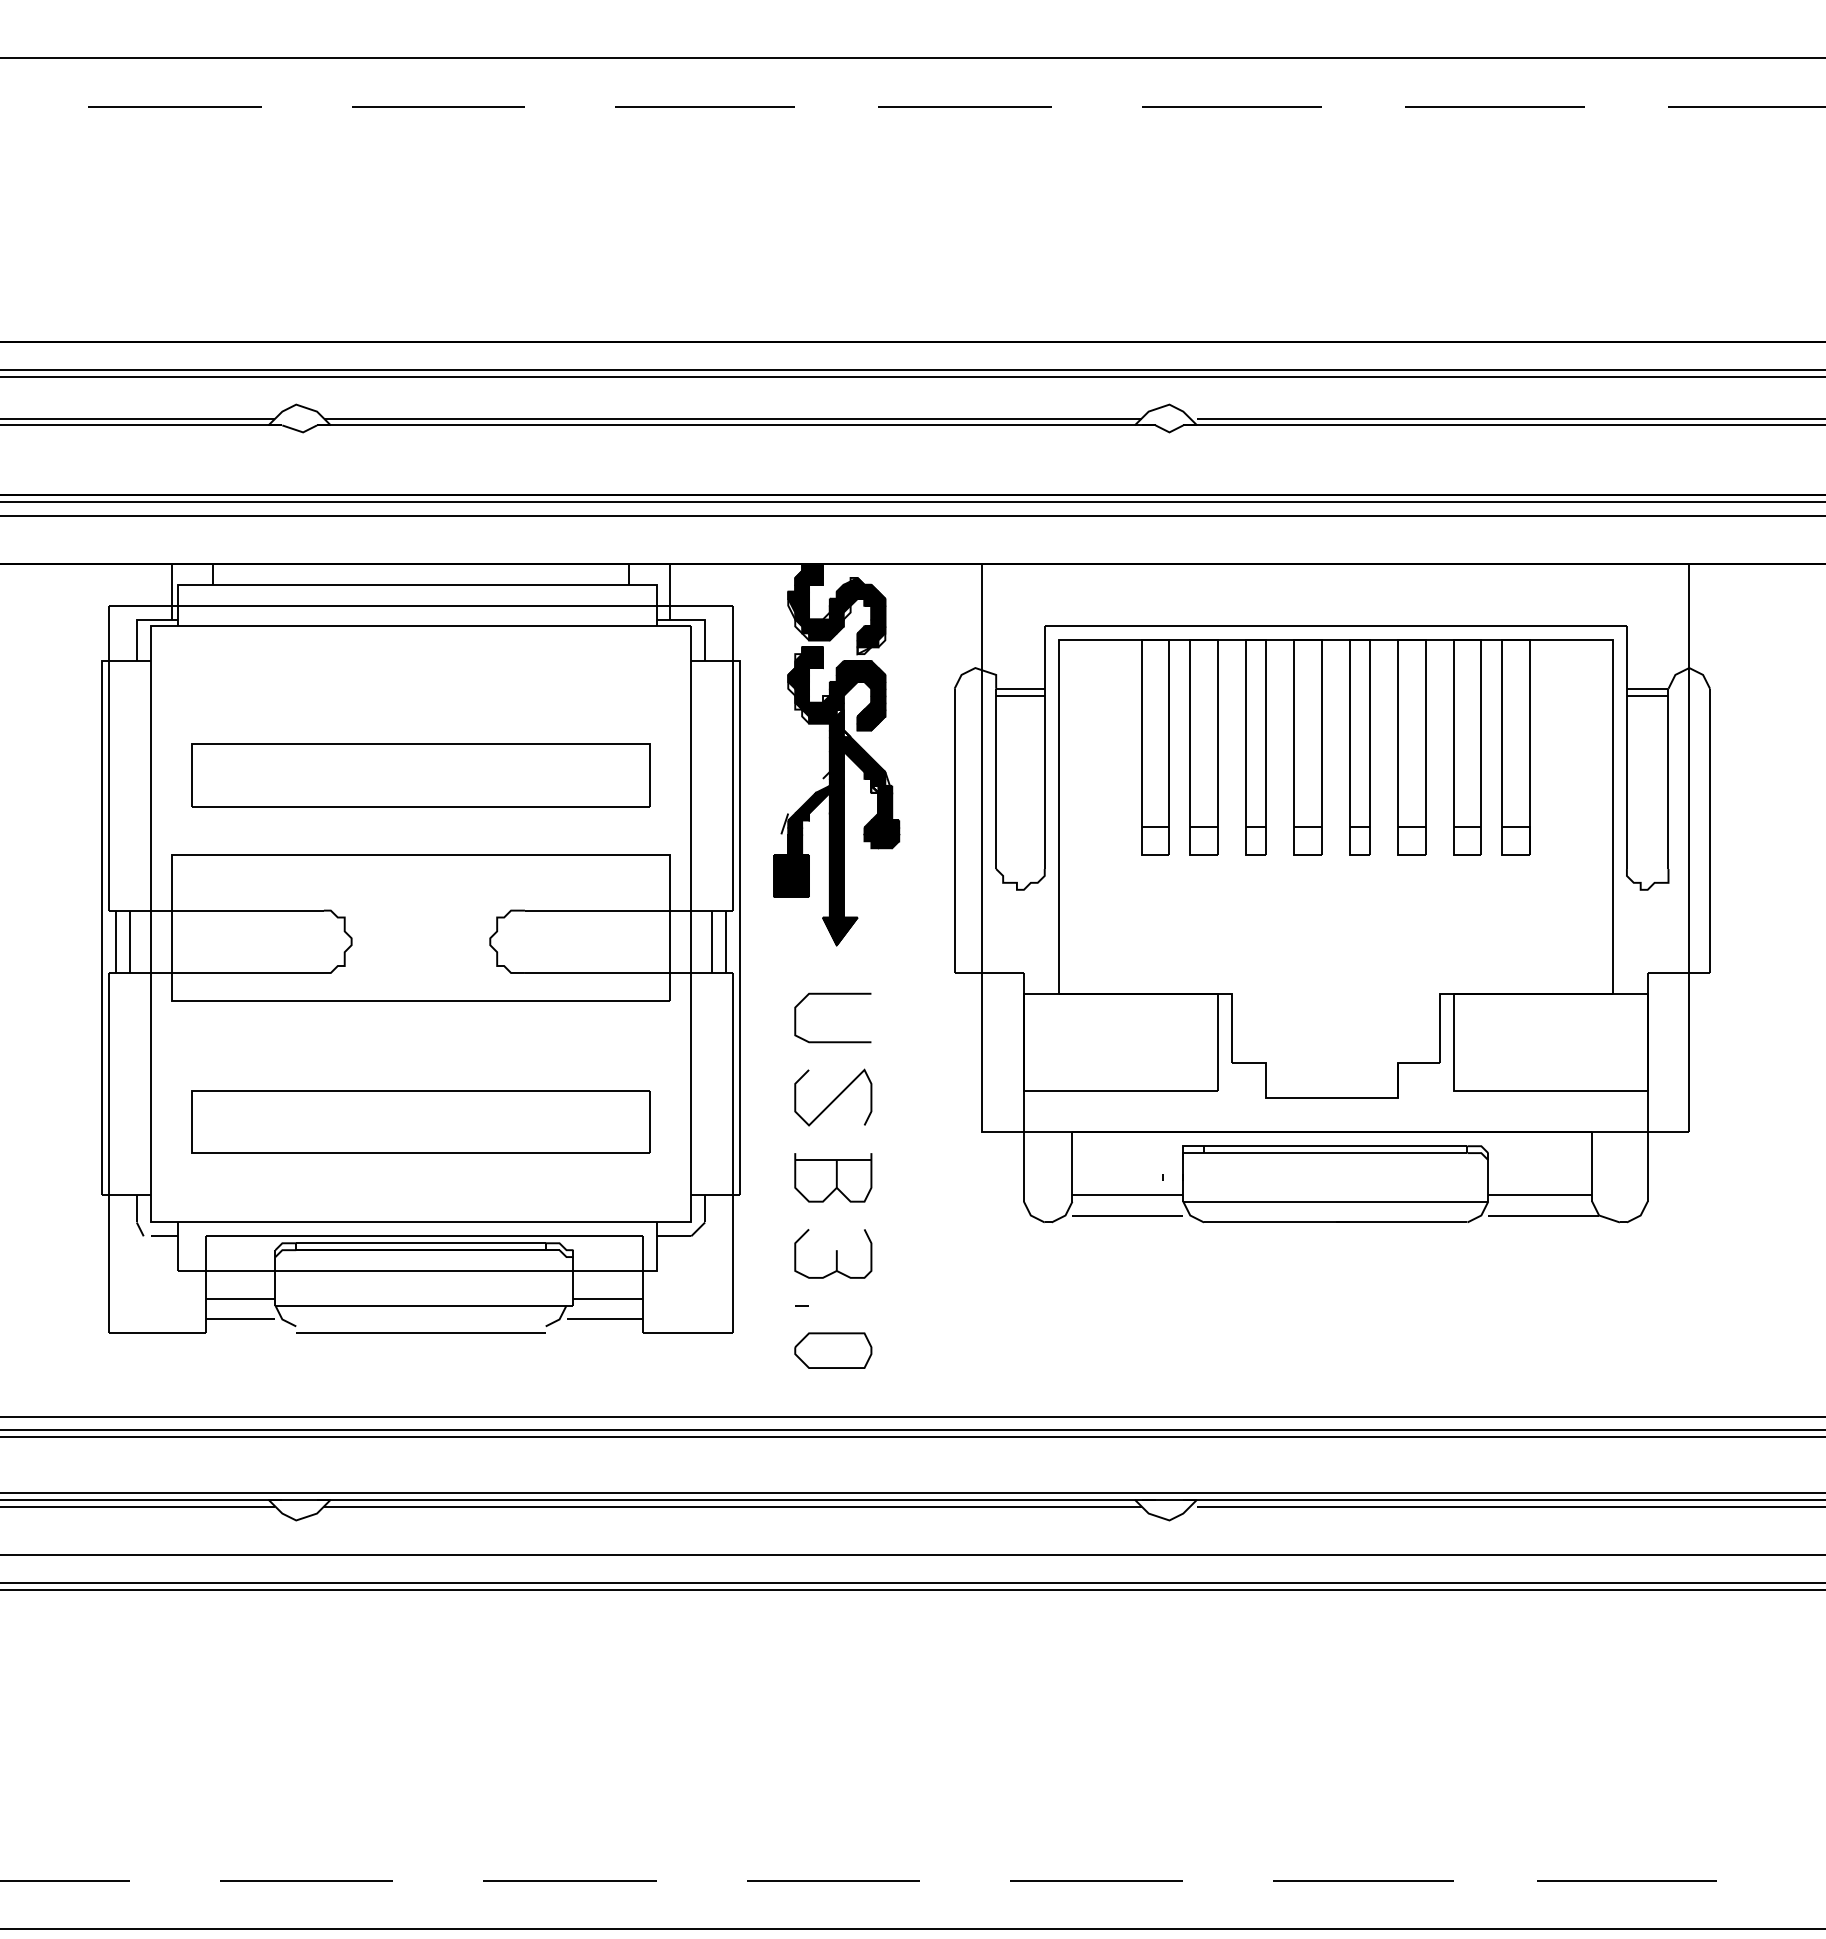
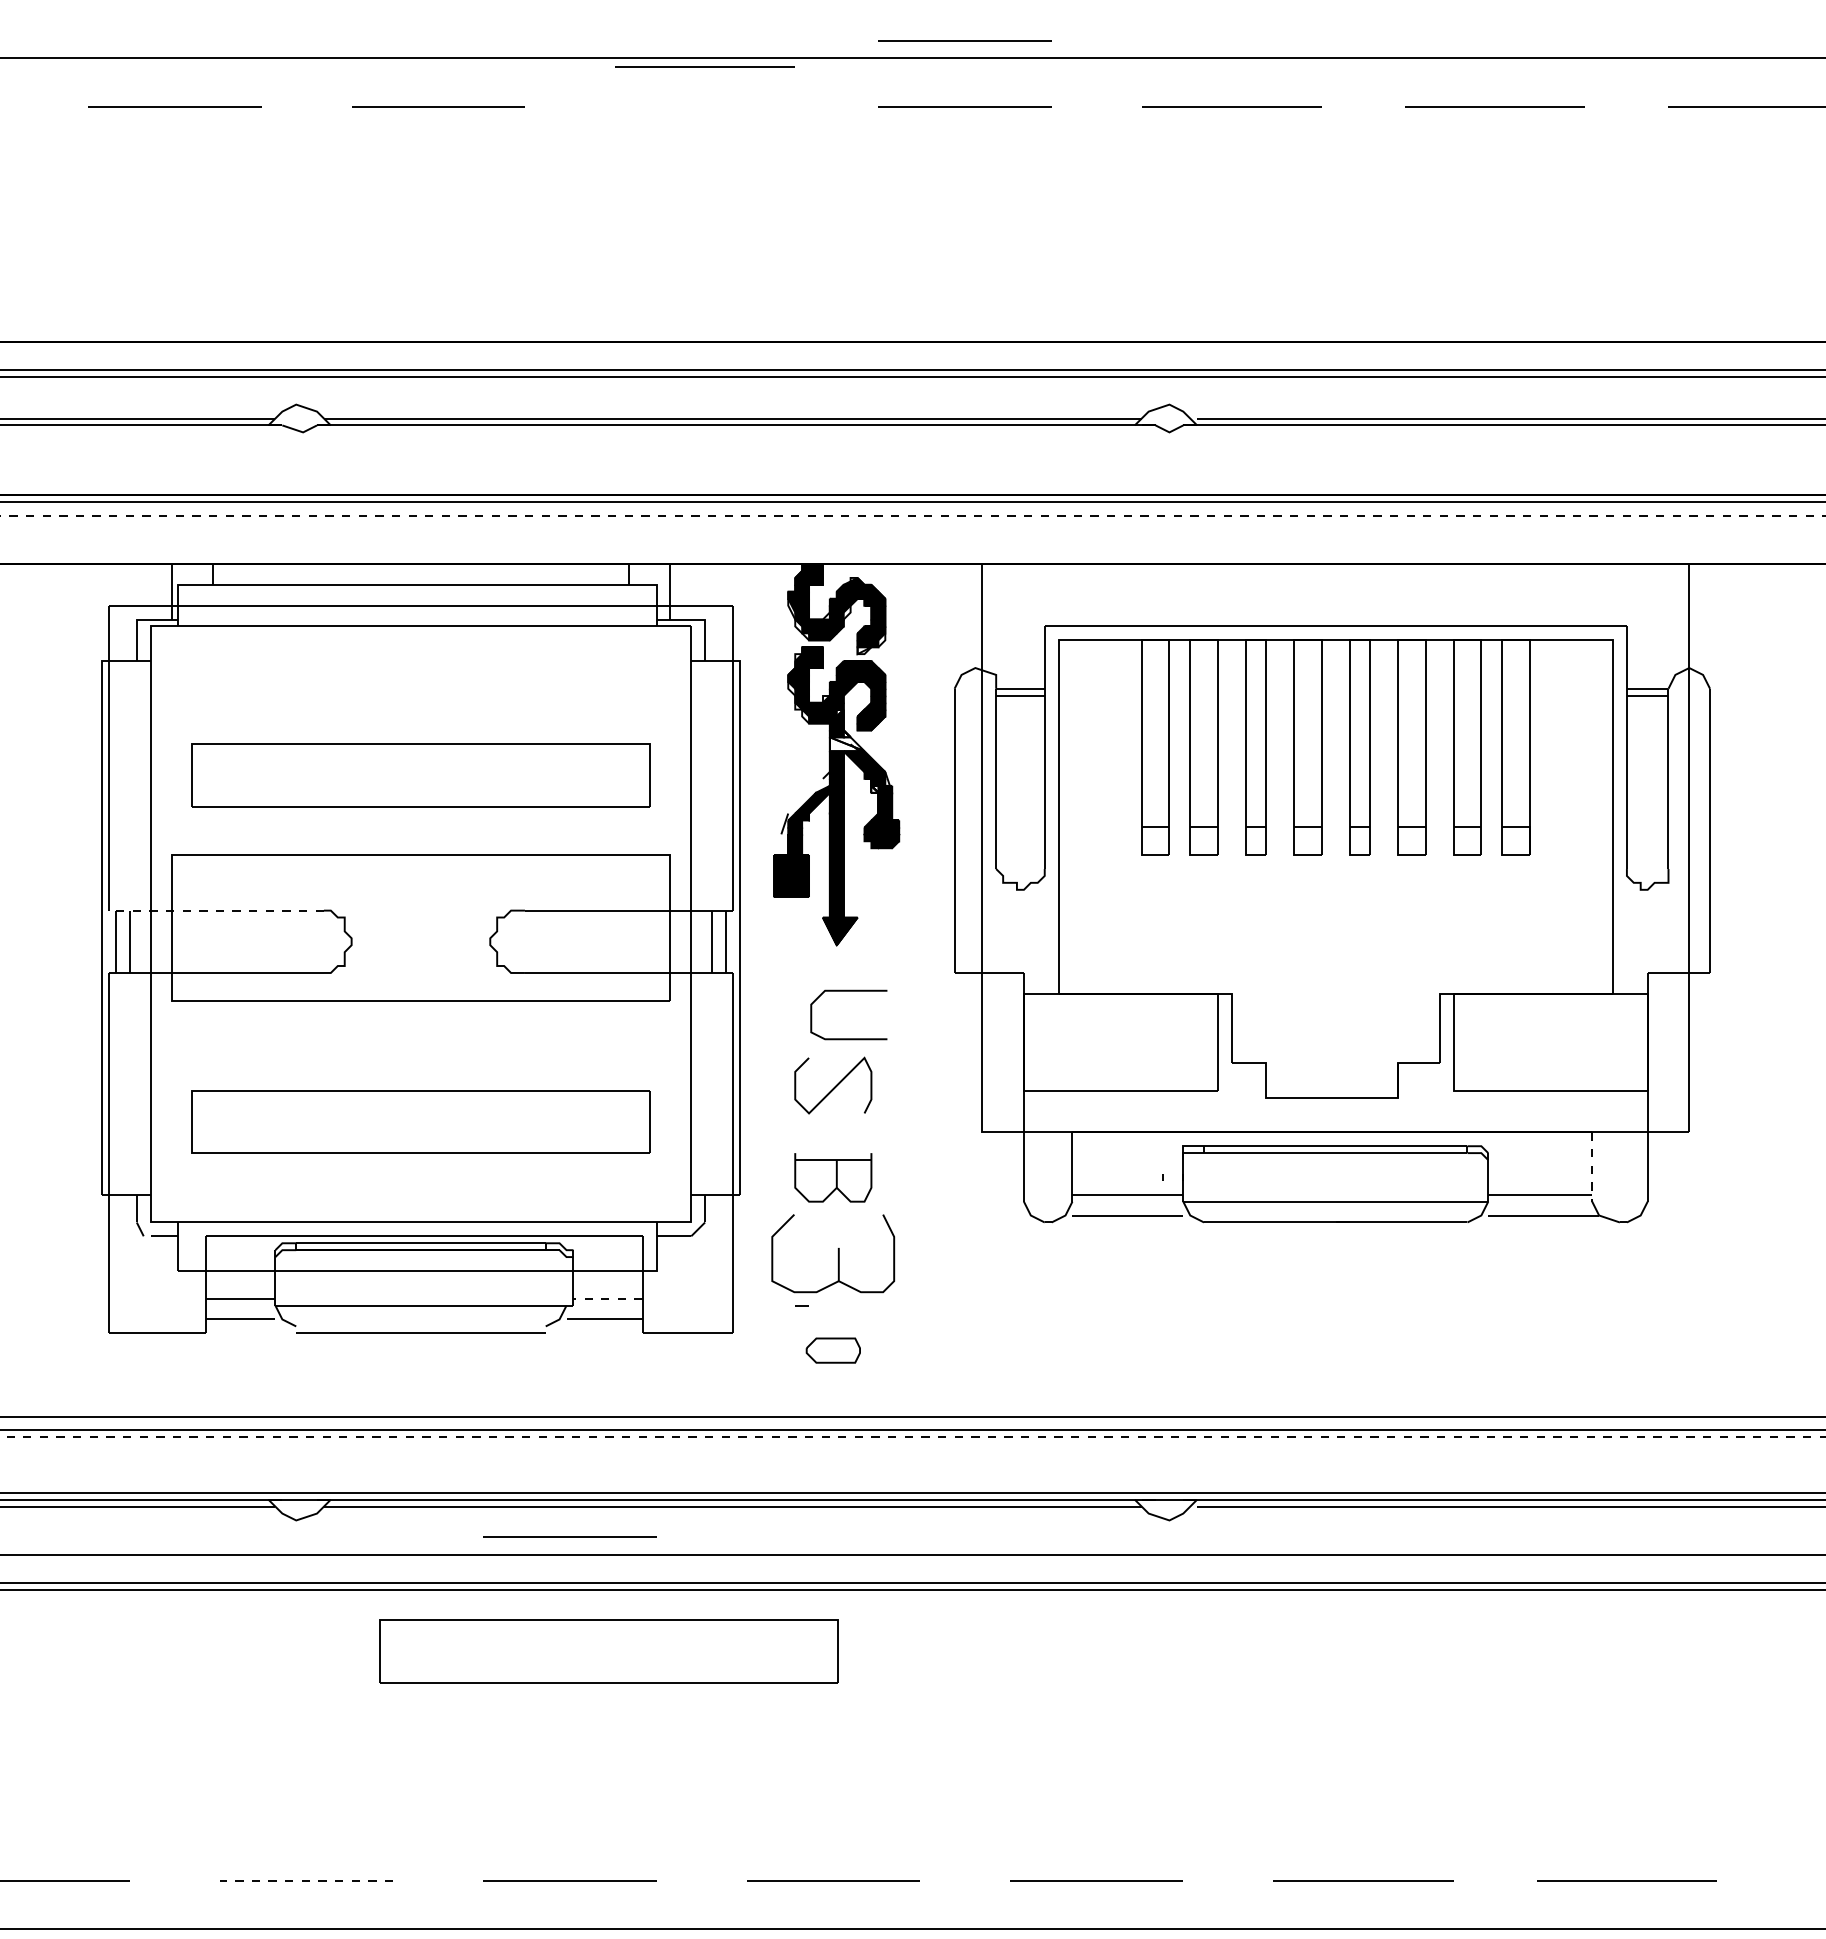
line at (964, 40): none -> present
line at (704, 106) position: (704, 106) -> (704, 66)
line at (912, 515): solid -> dashed
fill at (846, 744): present -> none
line at (216, 910): solid -> dashed
curve at (832, 994) position: (832, 994) -> (848, 991)
curve at (834, 1098) position: (834, 1098) -> (834, 1086)
line at (1592, 1167): solid -> dashed
part at (833, 1253) size: 79x50 px -> 125x80 px
line at (608, 1298): solid -> dashed
part at (833, 1350) size: 79x37 px -> 56x27 px
line at (913, 1437): solid -> dashed
line at (569, 1536): none -> present
part at (608, 1651): none -> present
line at (306, 1880): solid -> dashed
